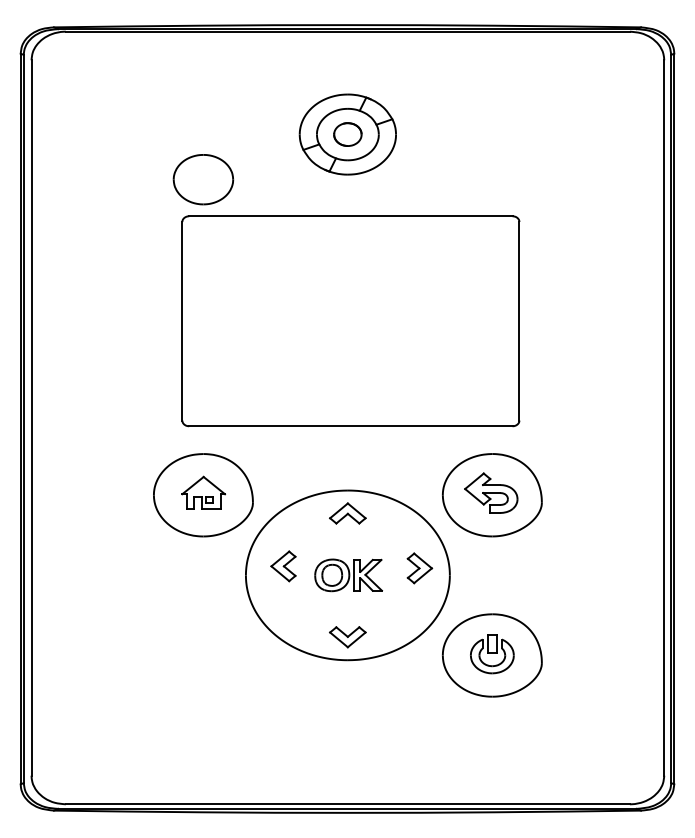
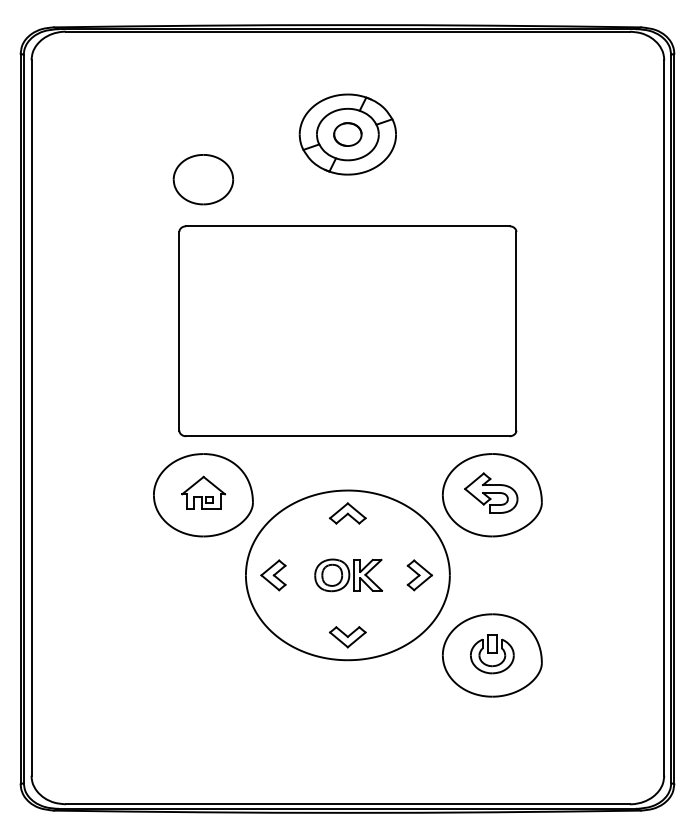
part at (350, 321) position: (350, 321) -> (347, 331)
part at (283, 566) position: (283, 566) -> (273, 575)
part at (419, 568) position: (419, 568) -> (419, 575)
